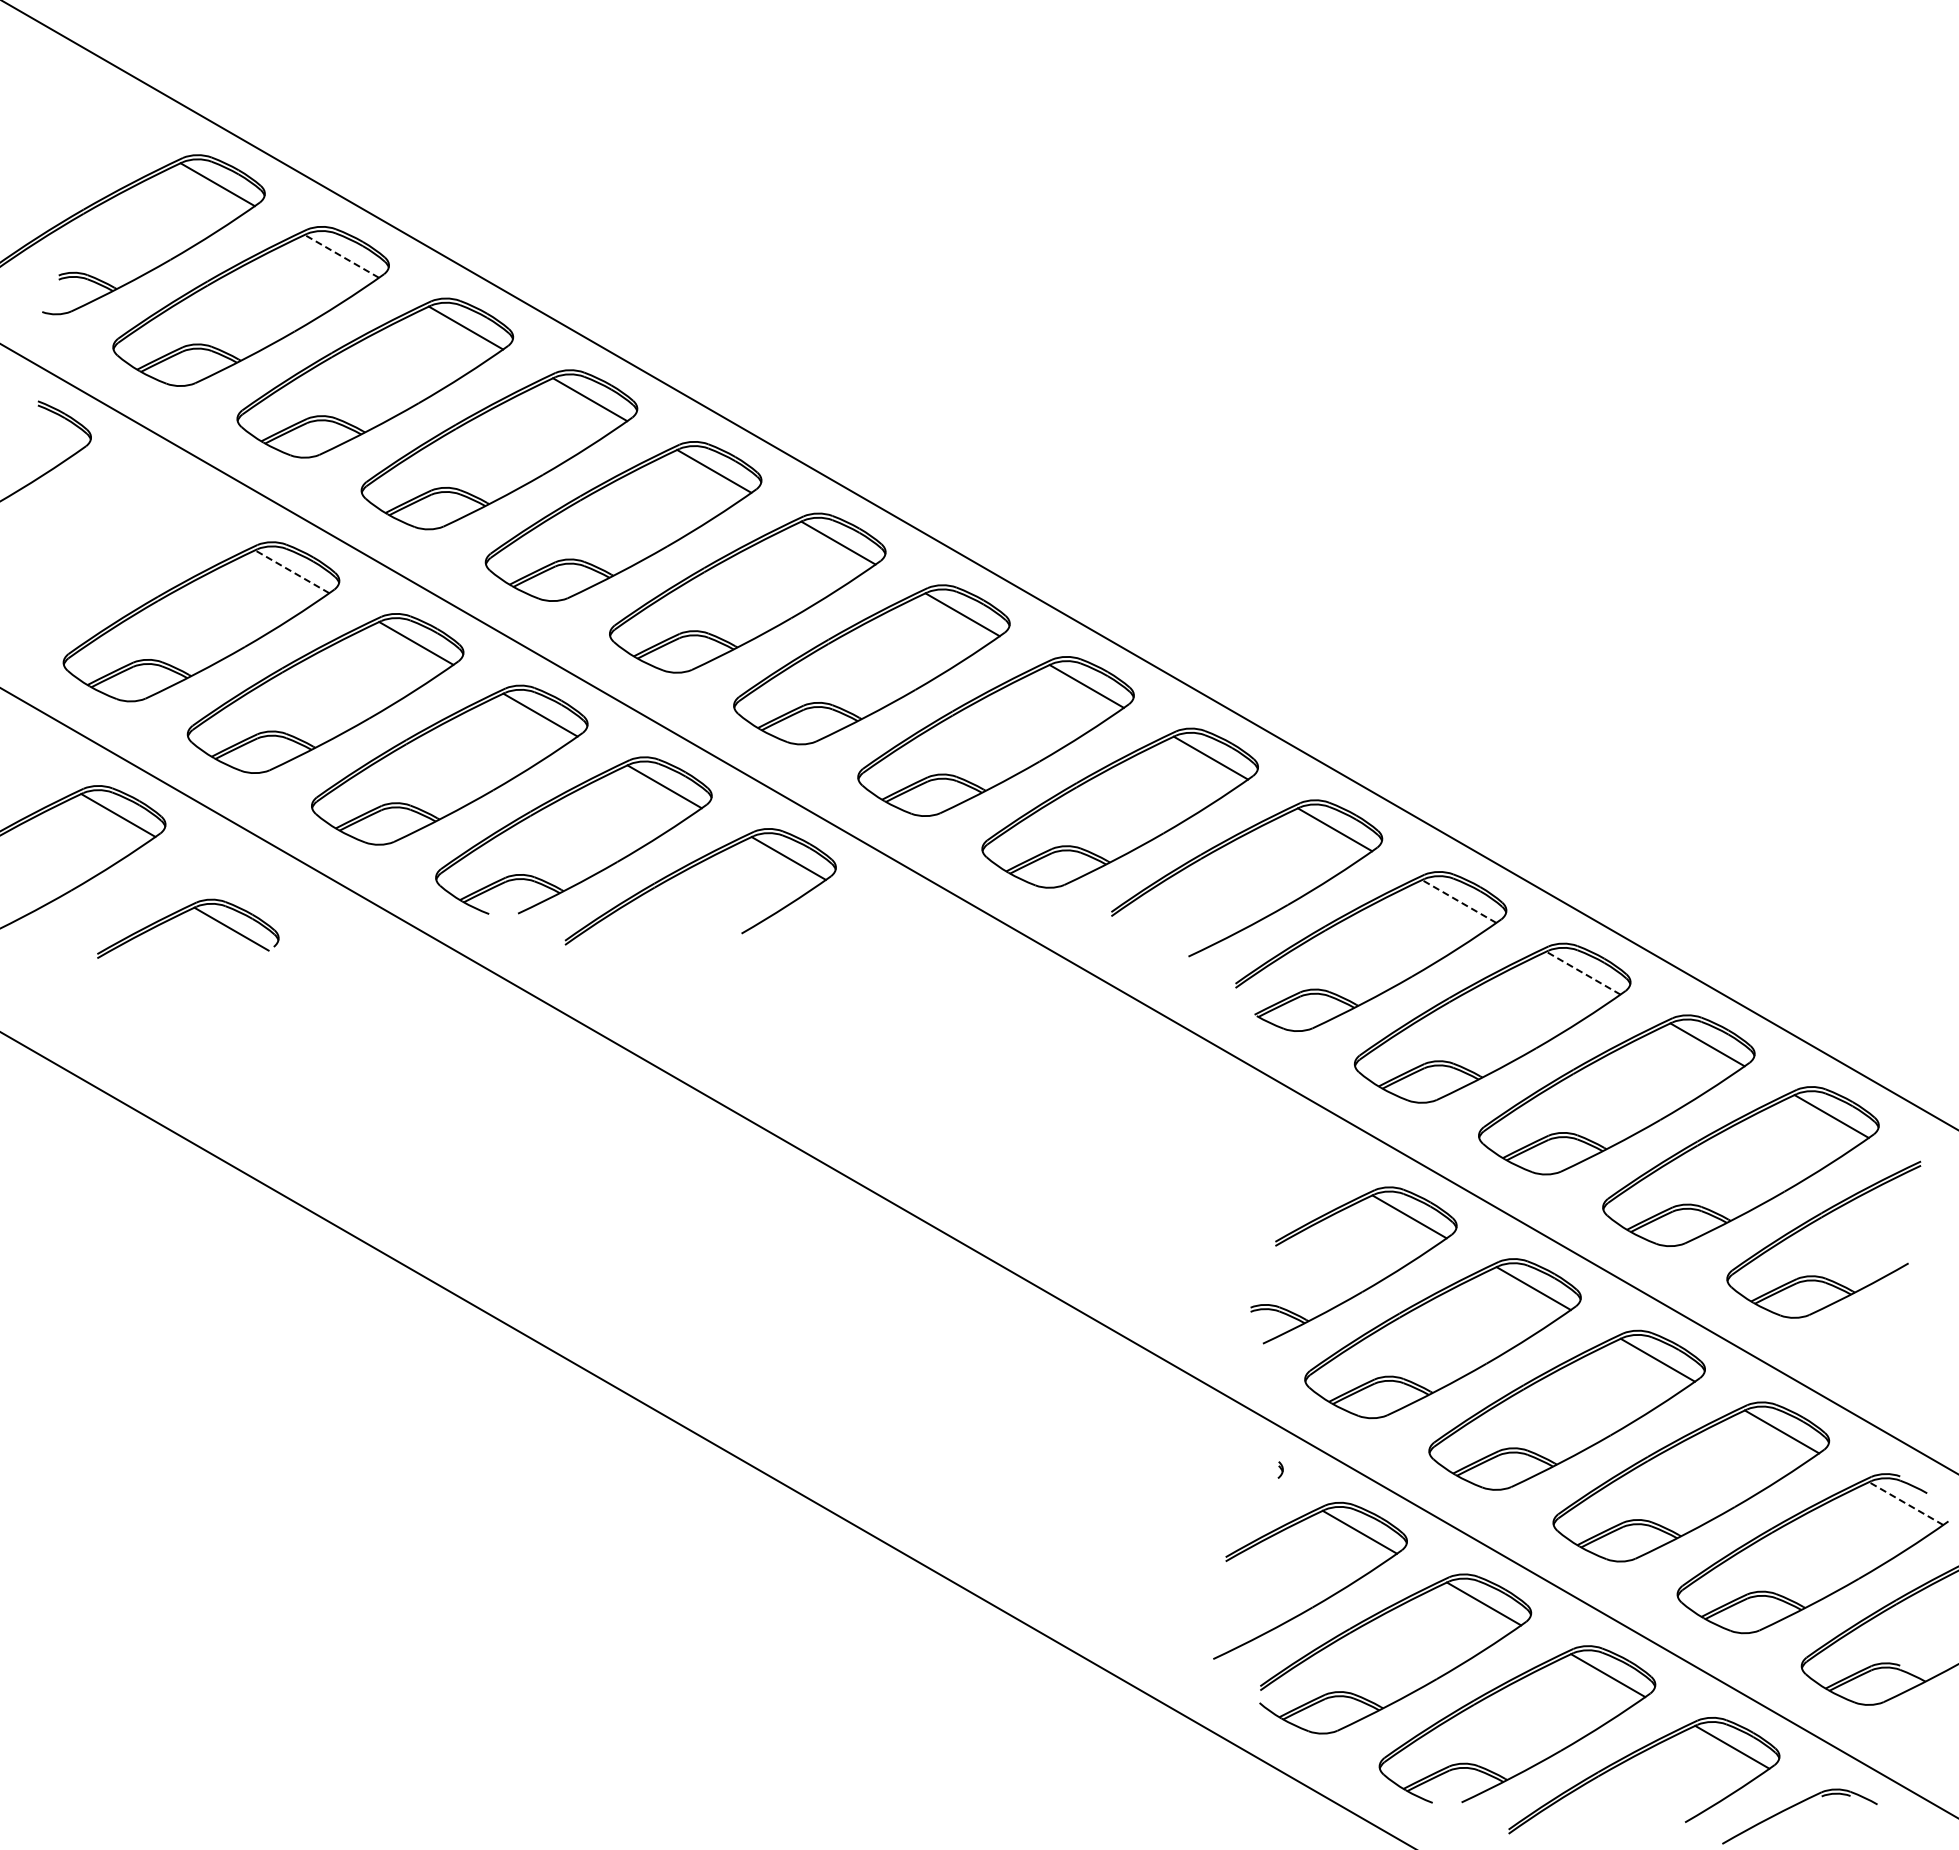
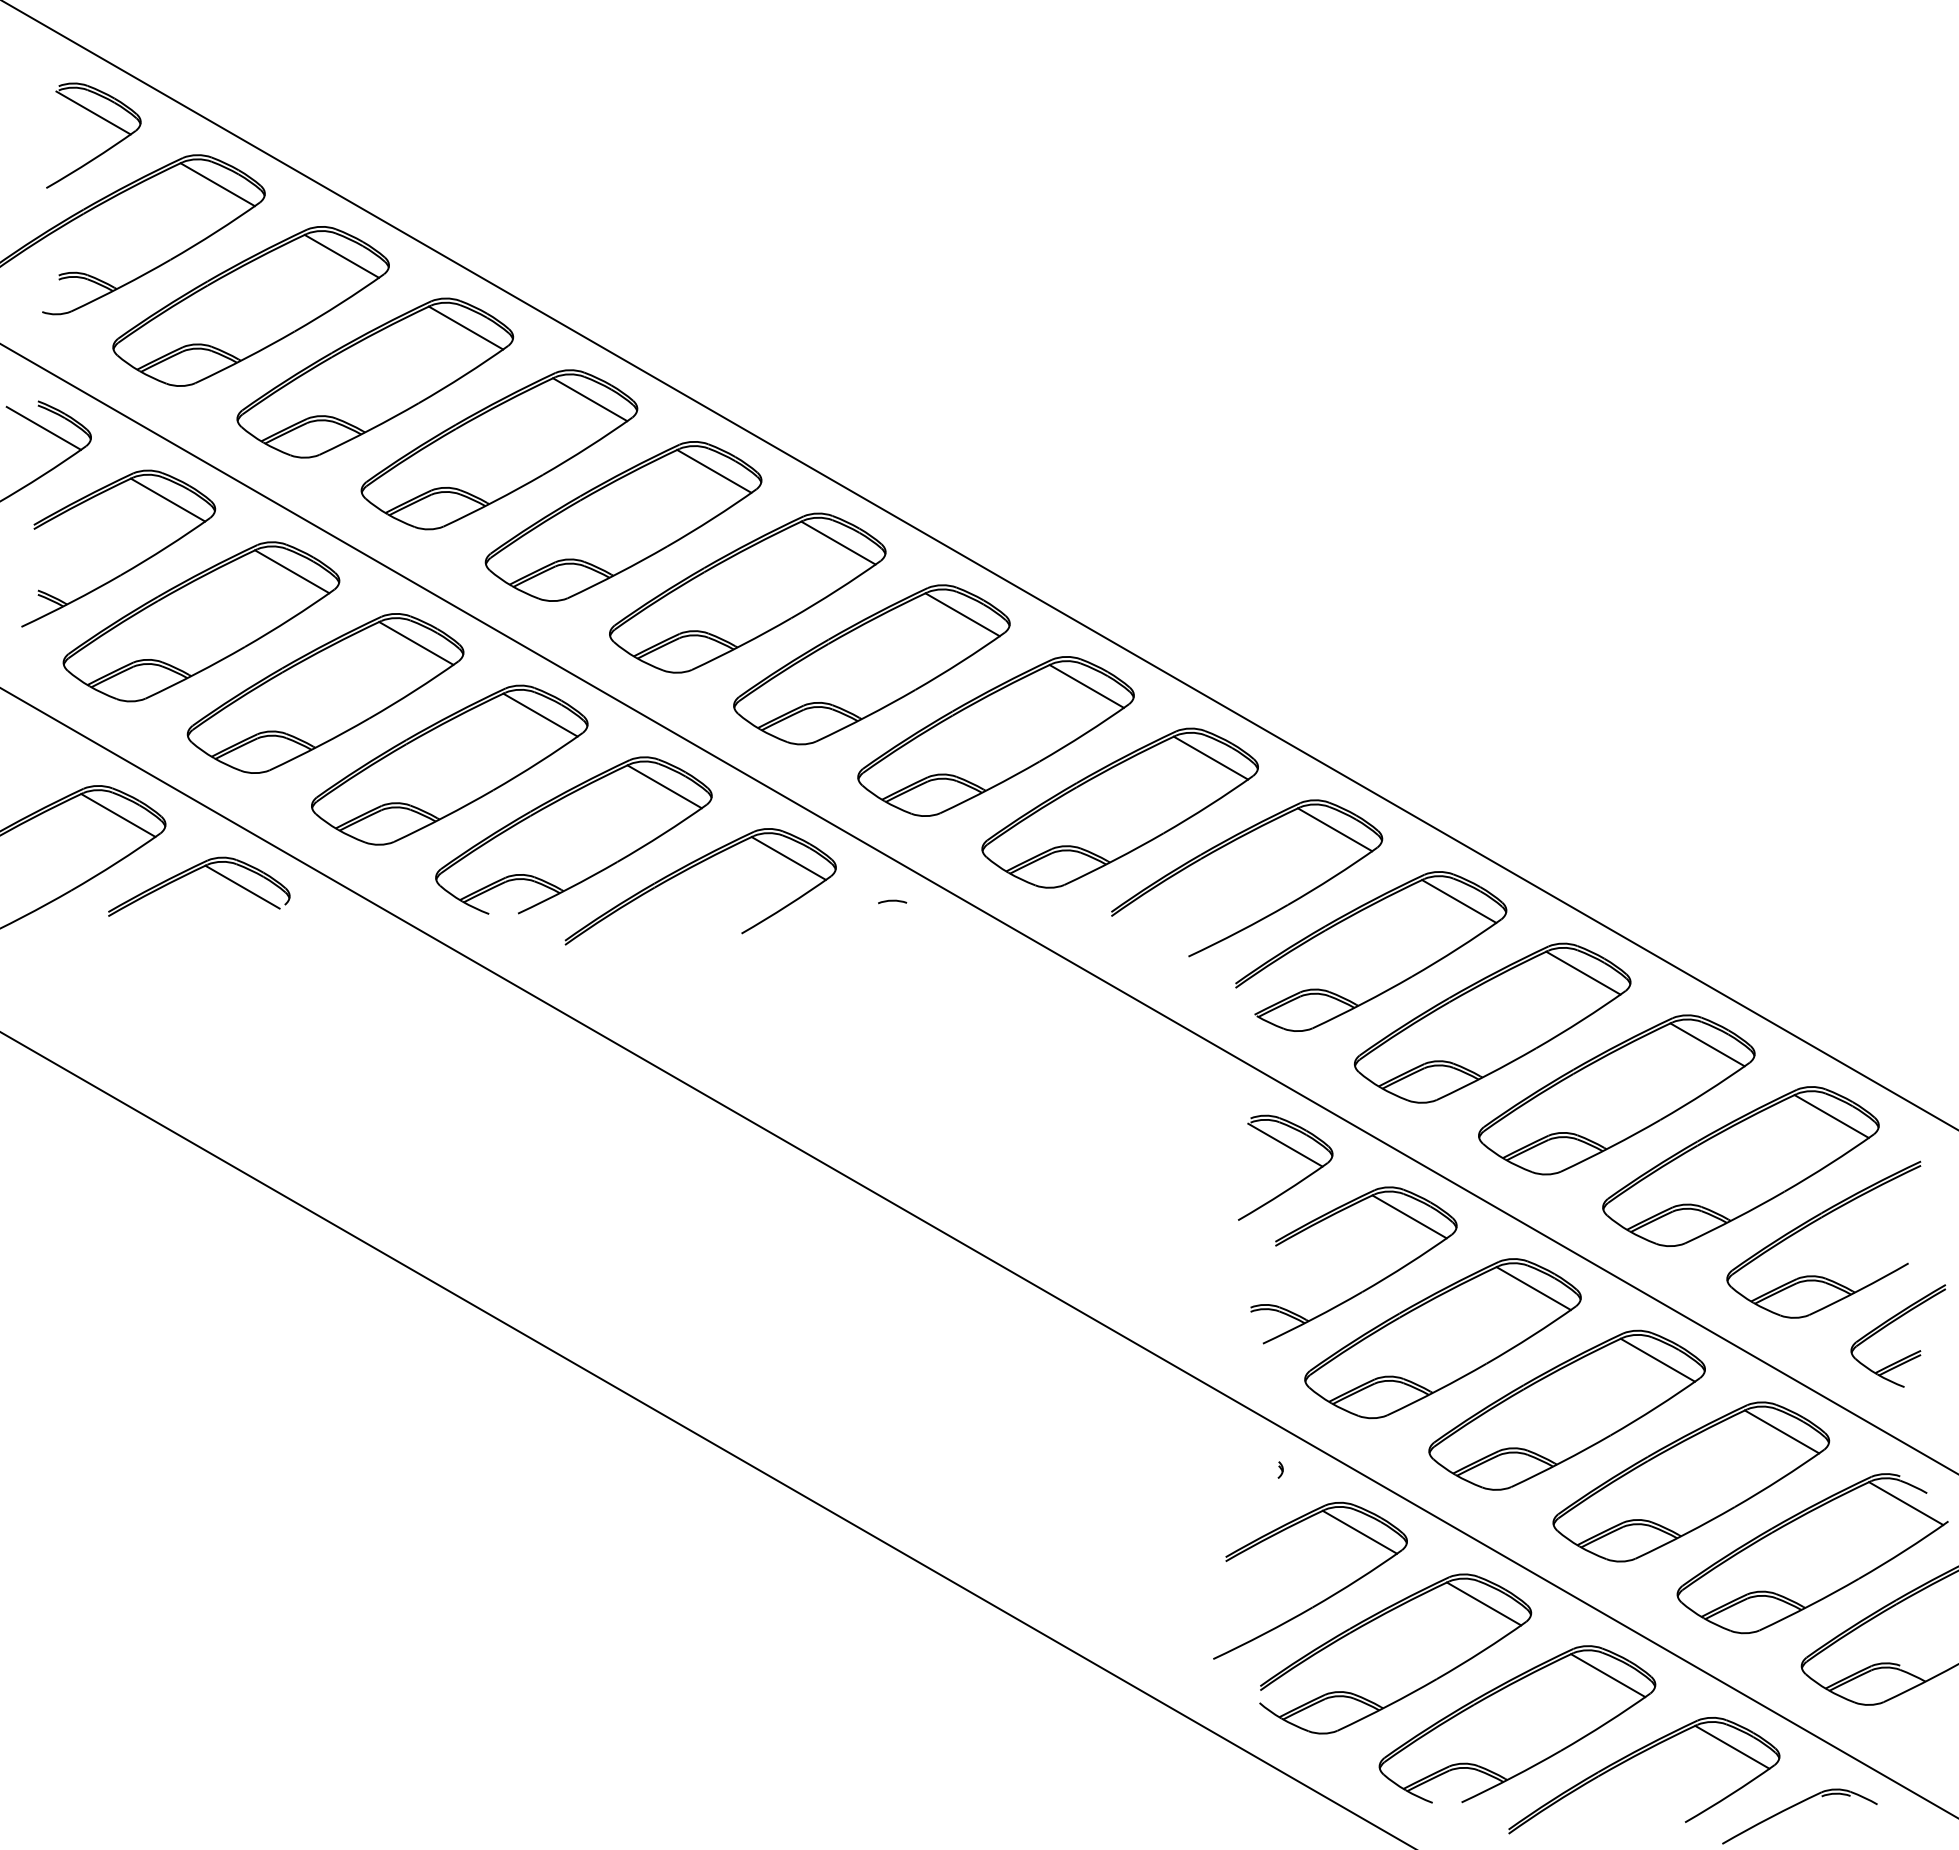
part at (102, 119): none -> present
line at (341, 256): dashed -> solid
line at (43, 427): none -> present
part at (128, 569): none -> present
line at (292, 571): dashed -> solid
curve at (892, 901): none -> present
line at (1459, 901): dashed -> solid
part at (182, 914) position: (182, 914) -> (193, 872)
line at (1583, 973): dashed -> solid
part at (1295, 1152): none -> present
part at (1890, 1324): none -> present
line at (1906, 1503): dashed -> solid
